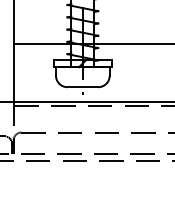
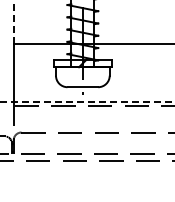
line at (13, 22): solid -> dashed
line at (87, 101): solid -> dashed
